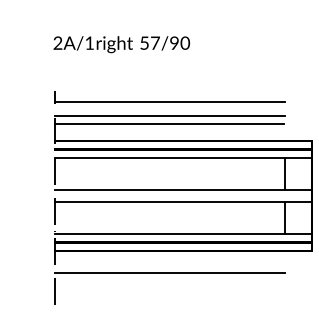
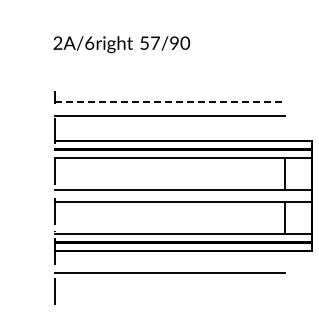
text at (89, 42): 2A/1 -> 2A/6
line at (170, 101): solid -> dashed
line at (169, 124): present -> none
